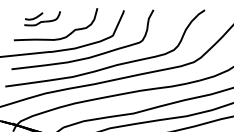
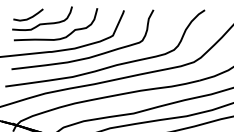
part at (42, 18) size: 37x16 px -> 61x25 px
